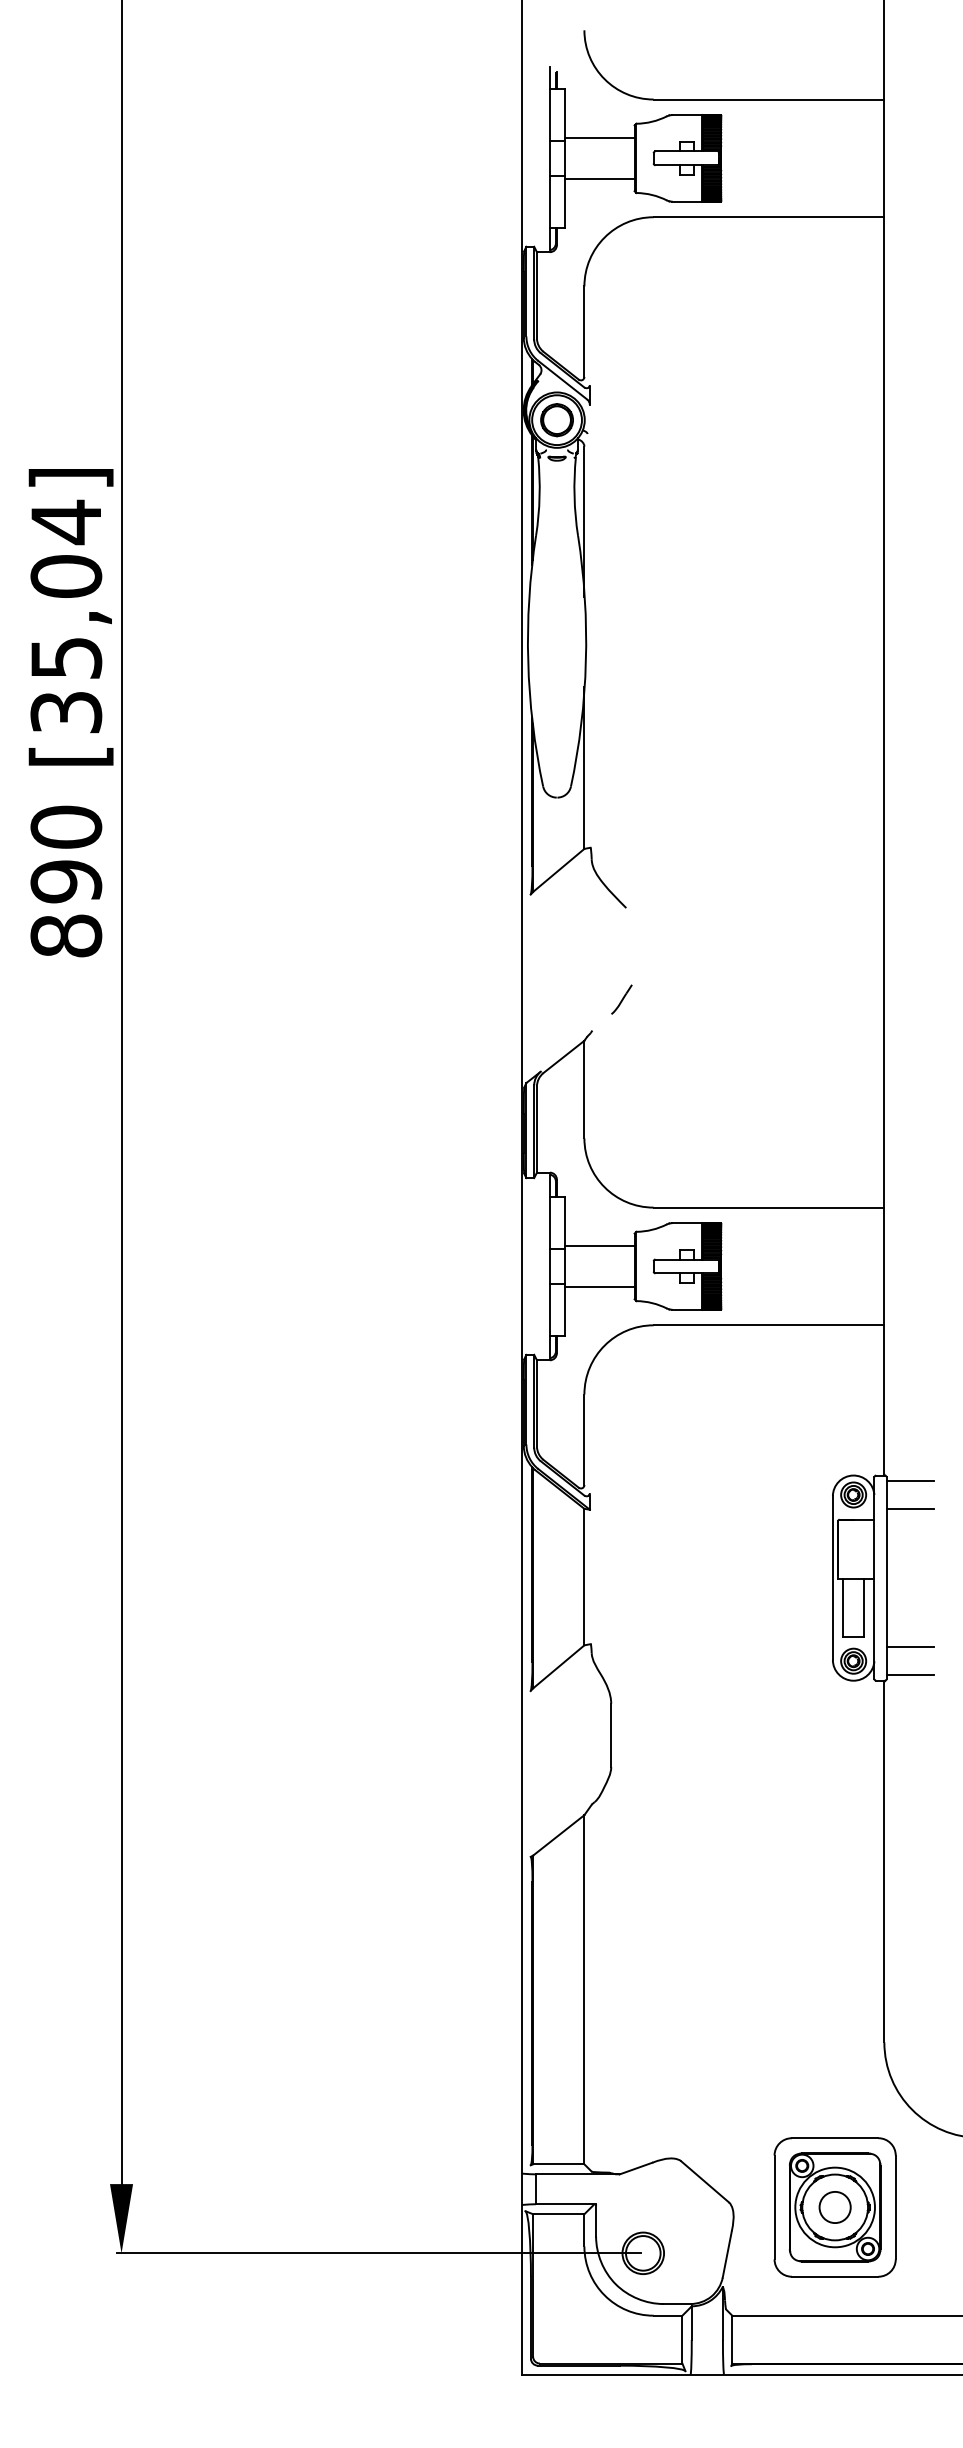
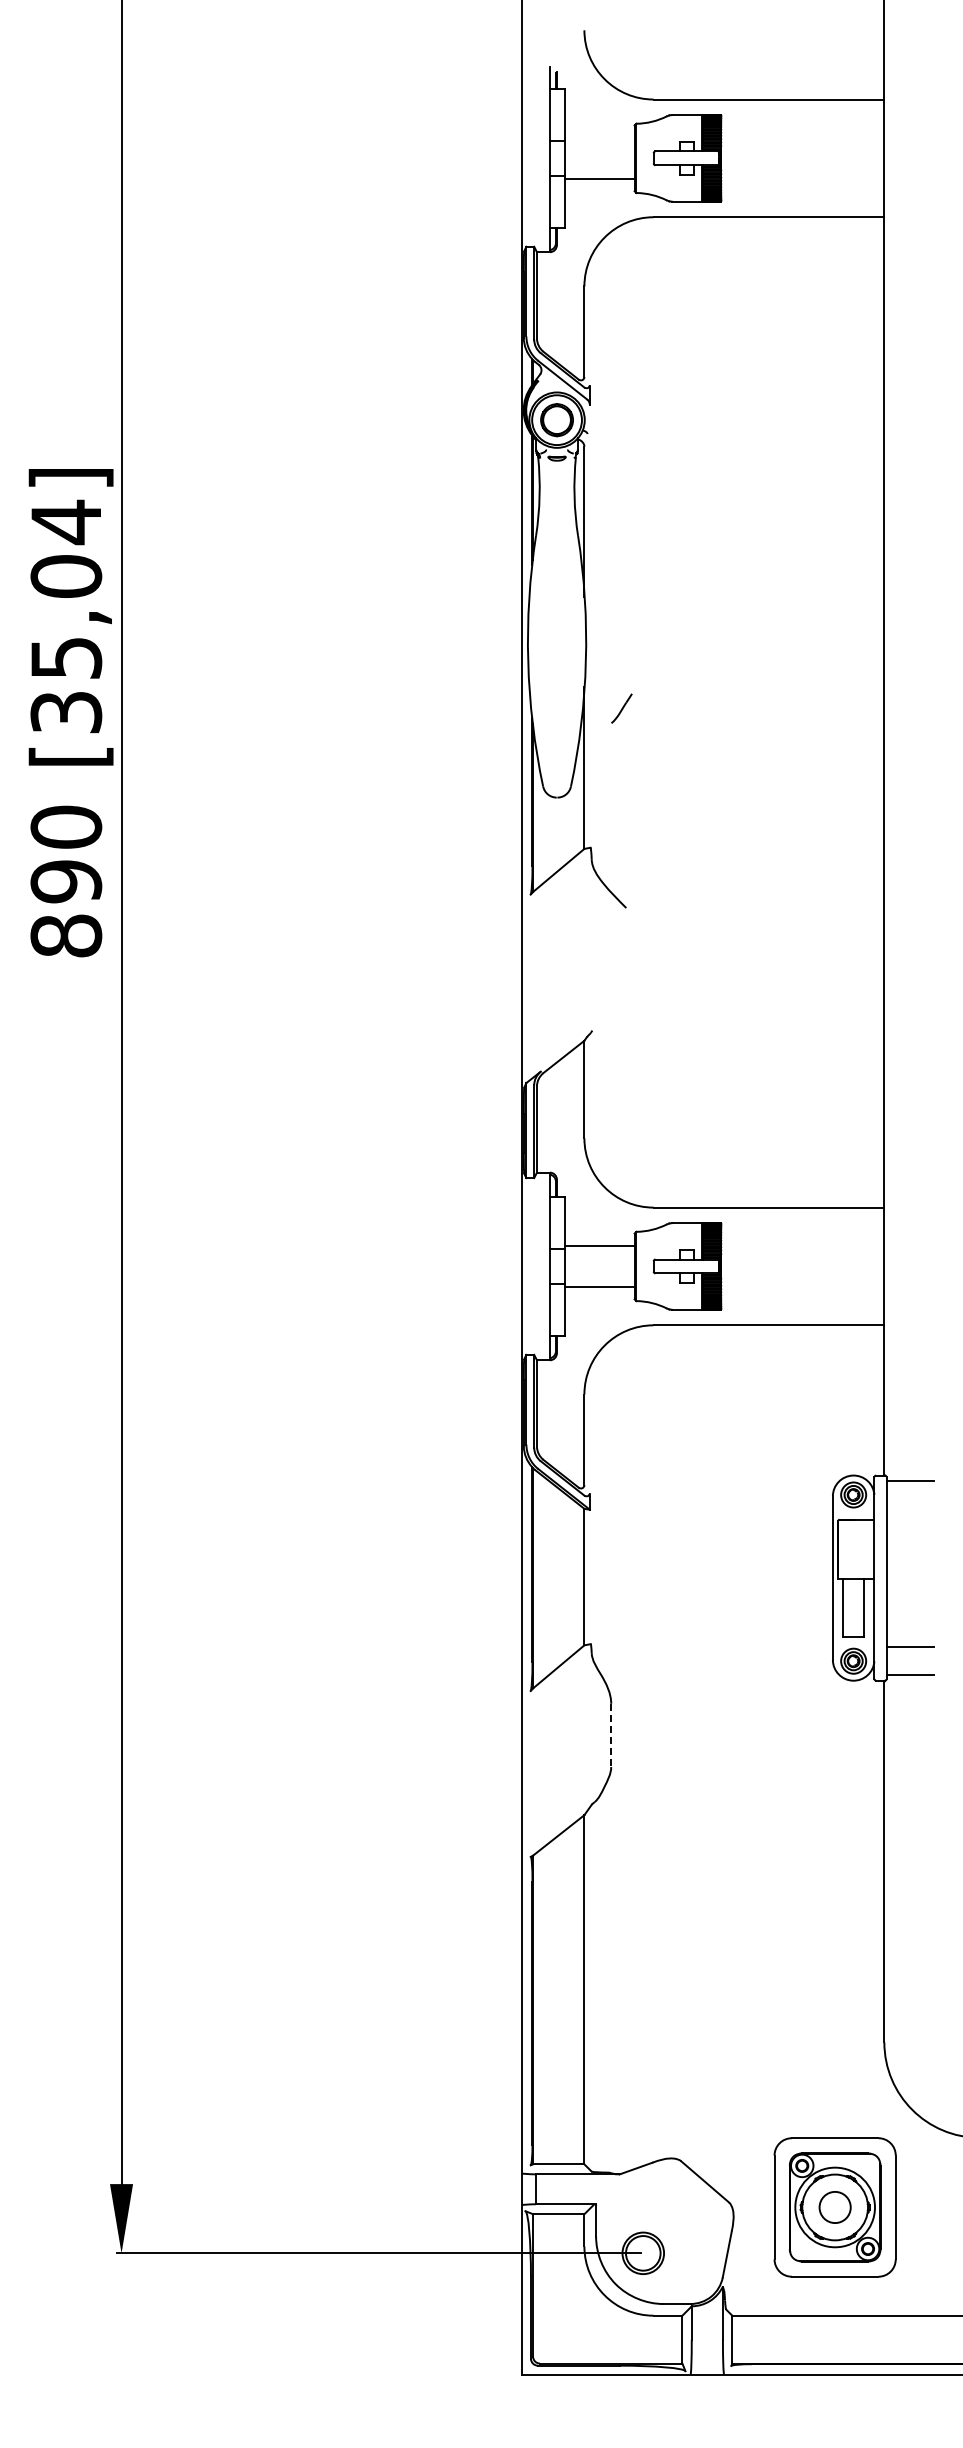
line at (599, 137): present -> none
line at (621, 999) position: (621, 999) -> (621, 708)
line at (910, 1508): present -> none
line at (611, 1735): solid -> dashed
